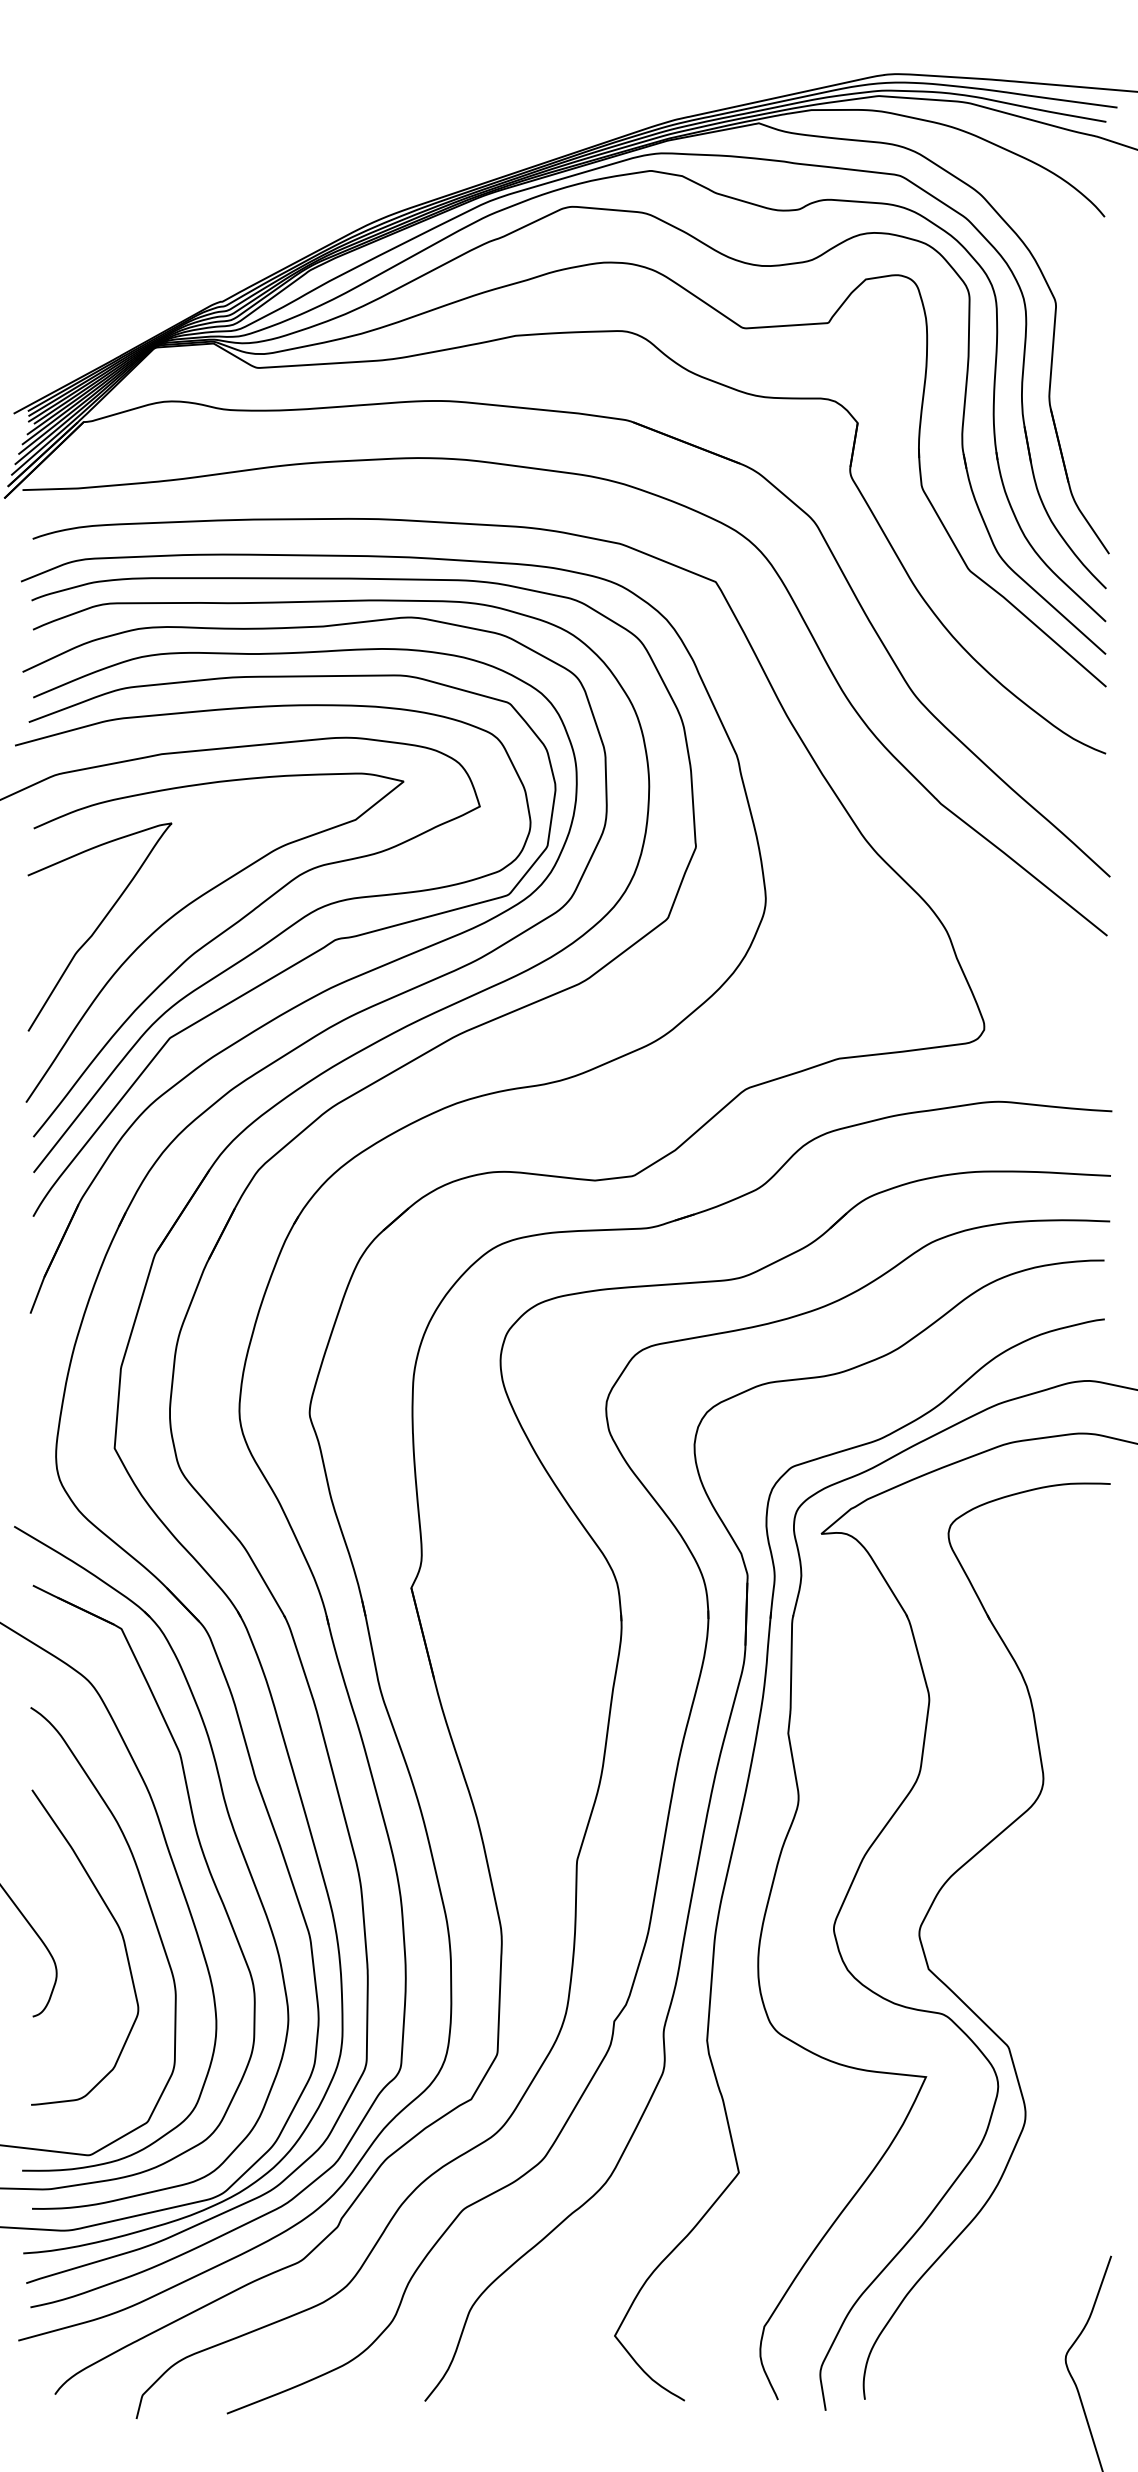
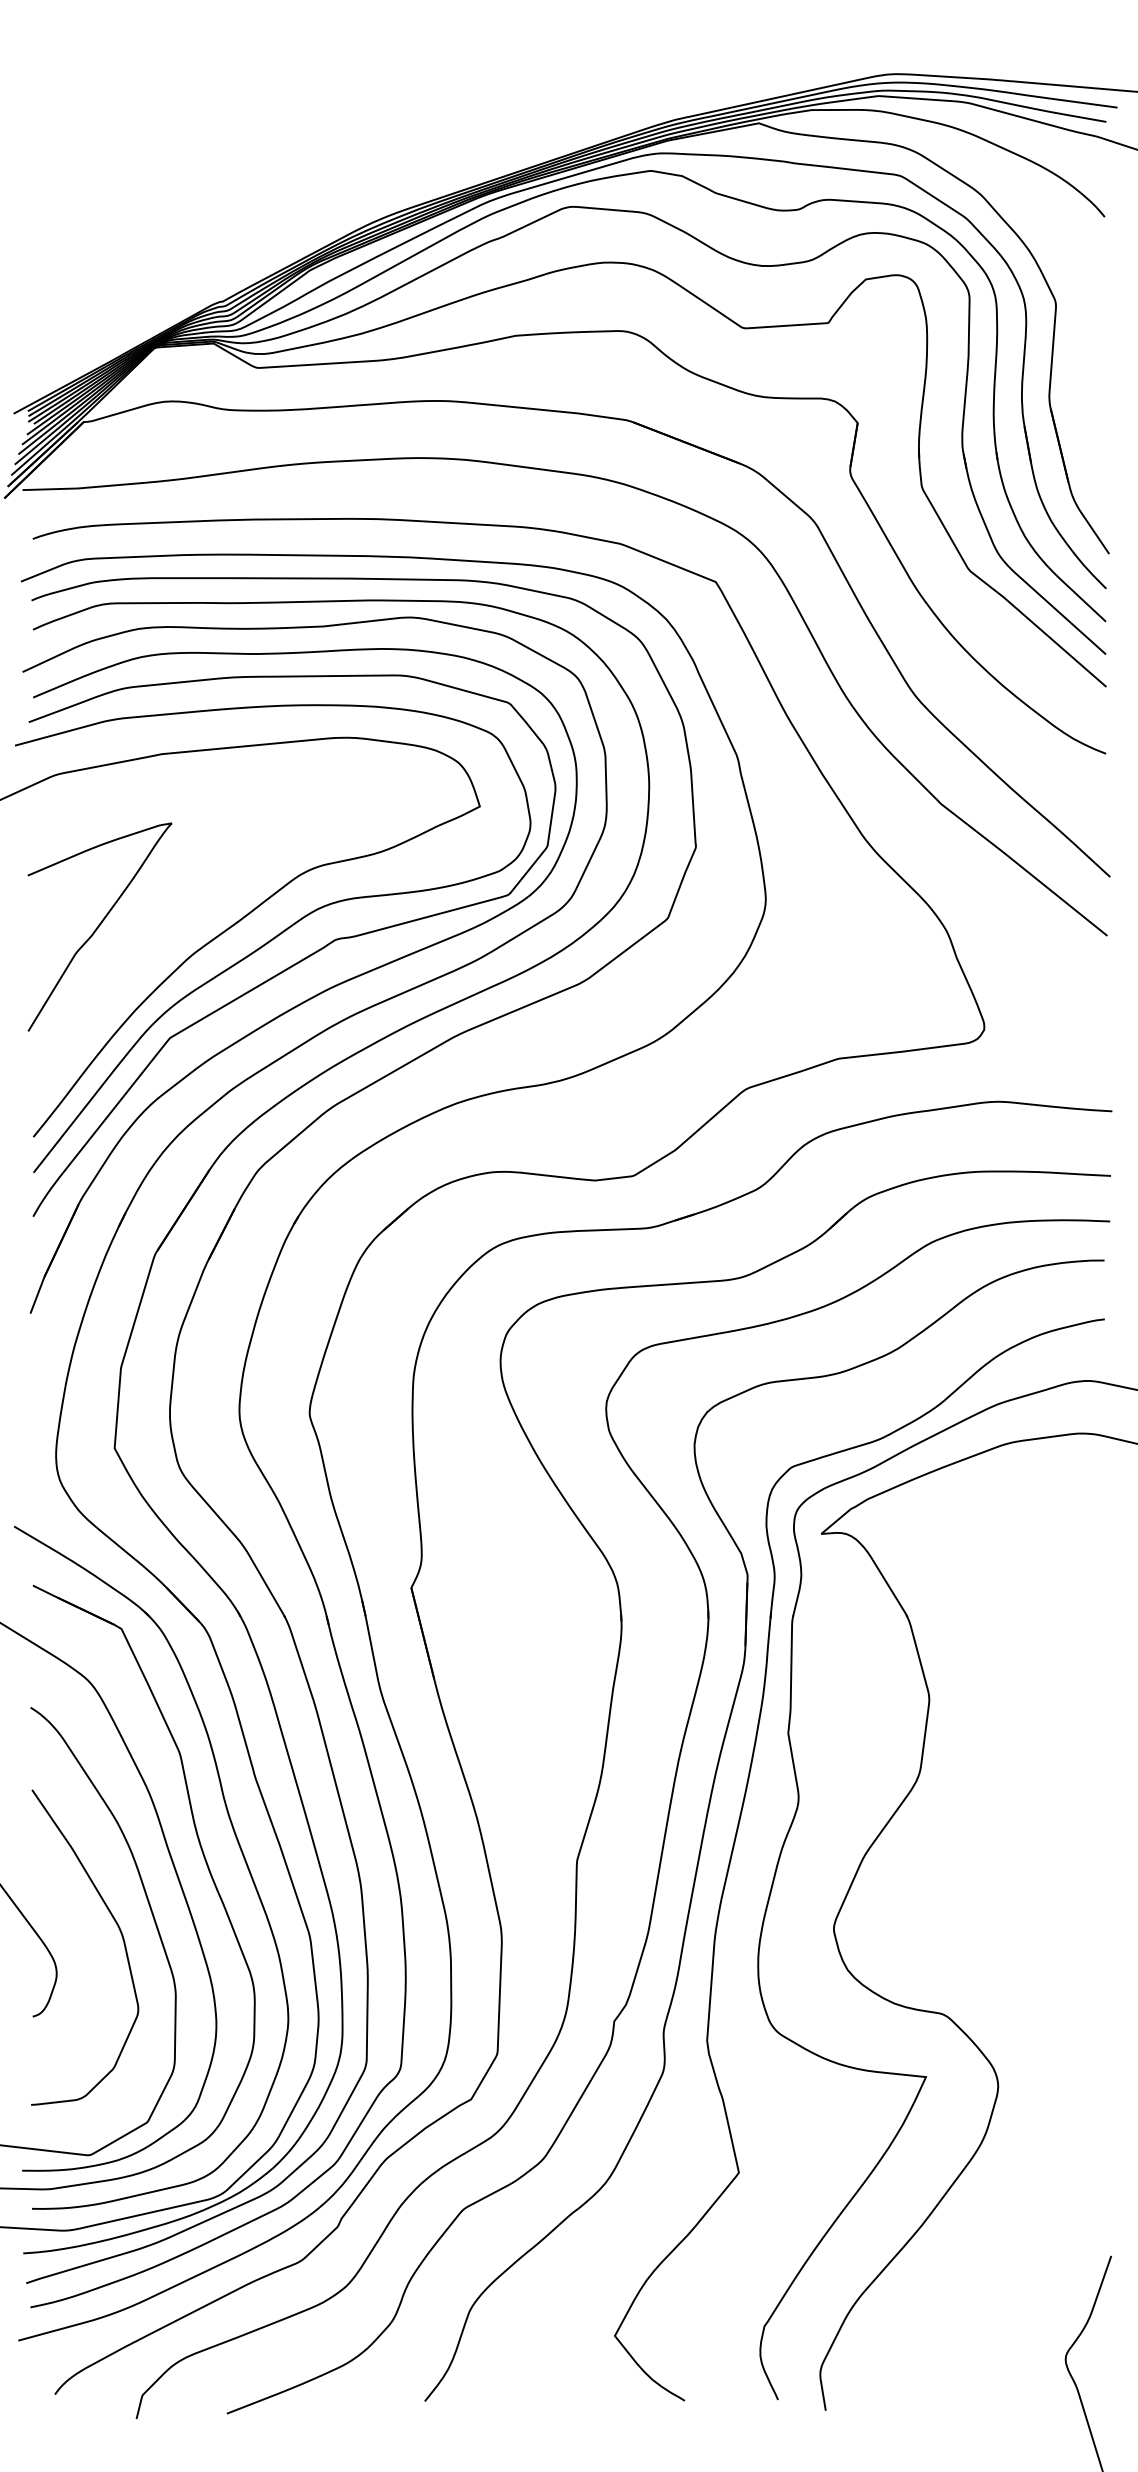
curve at (192, 903): present -> none
part at (944, 1982): present -> none
